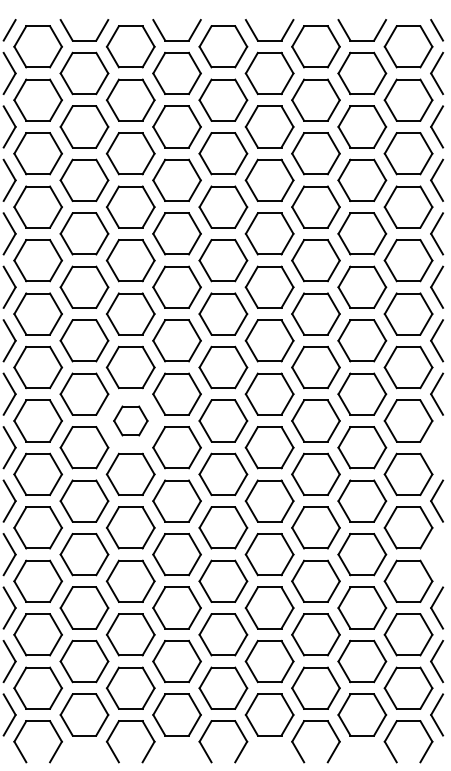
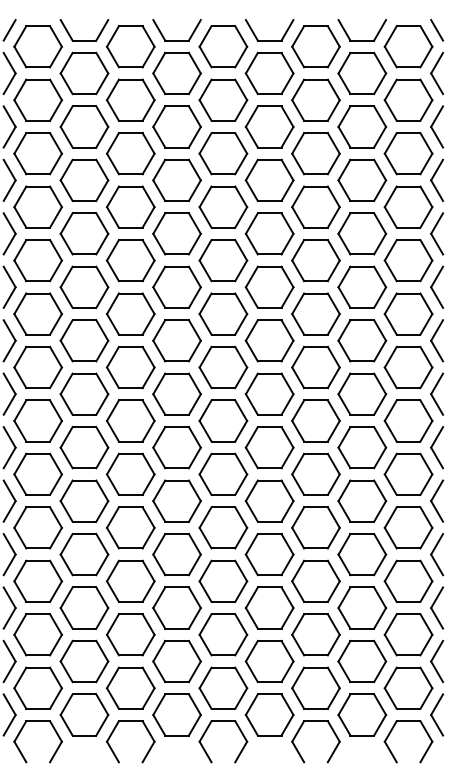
part at (130, 420) size: 36x32 px -> 50x44 px
part at (437, 447): none -> present
part at (437, 554): none -> present
